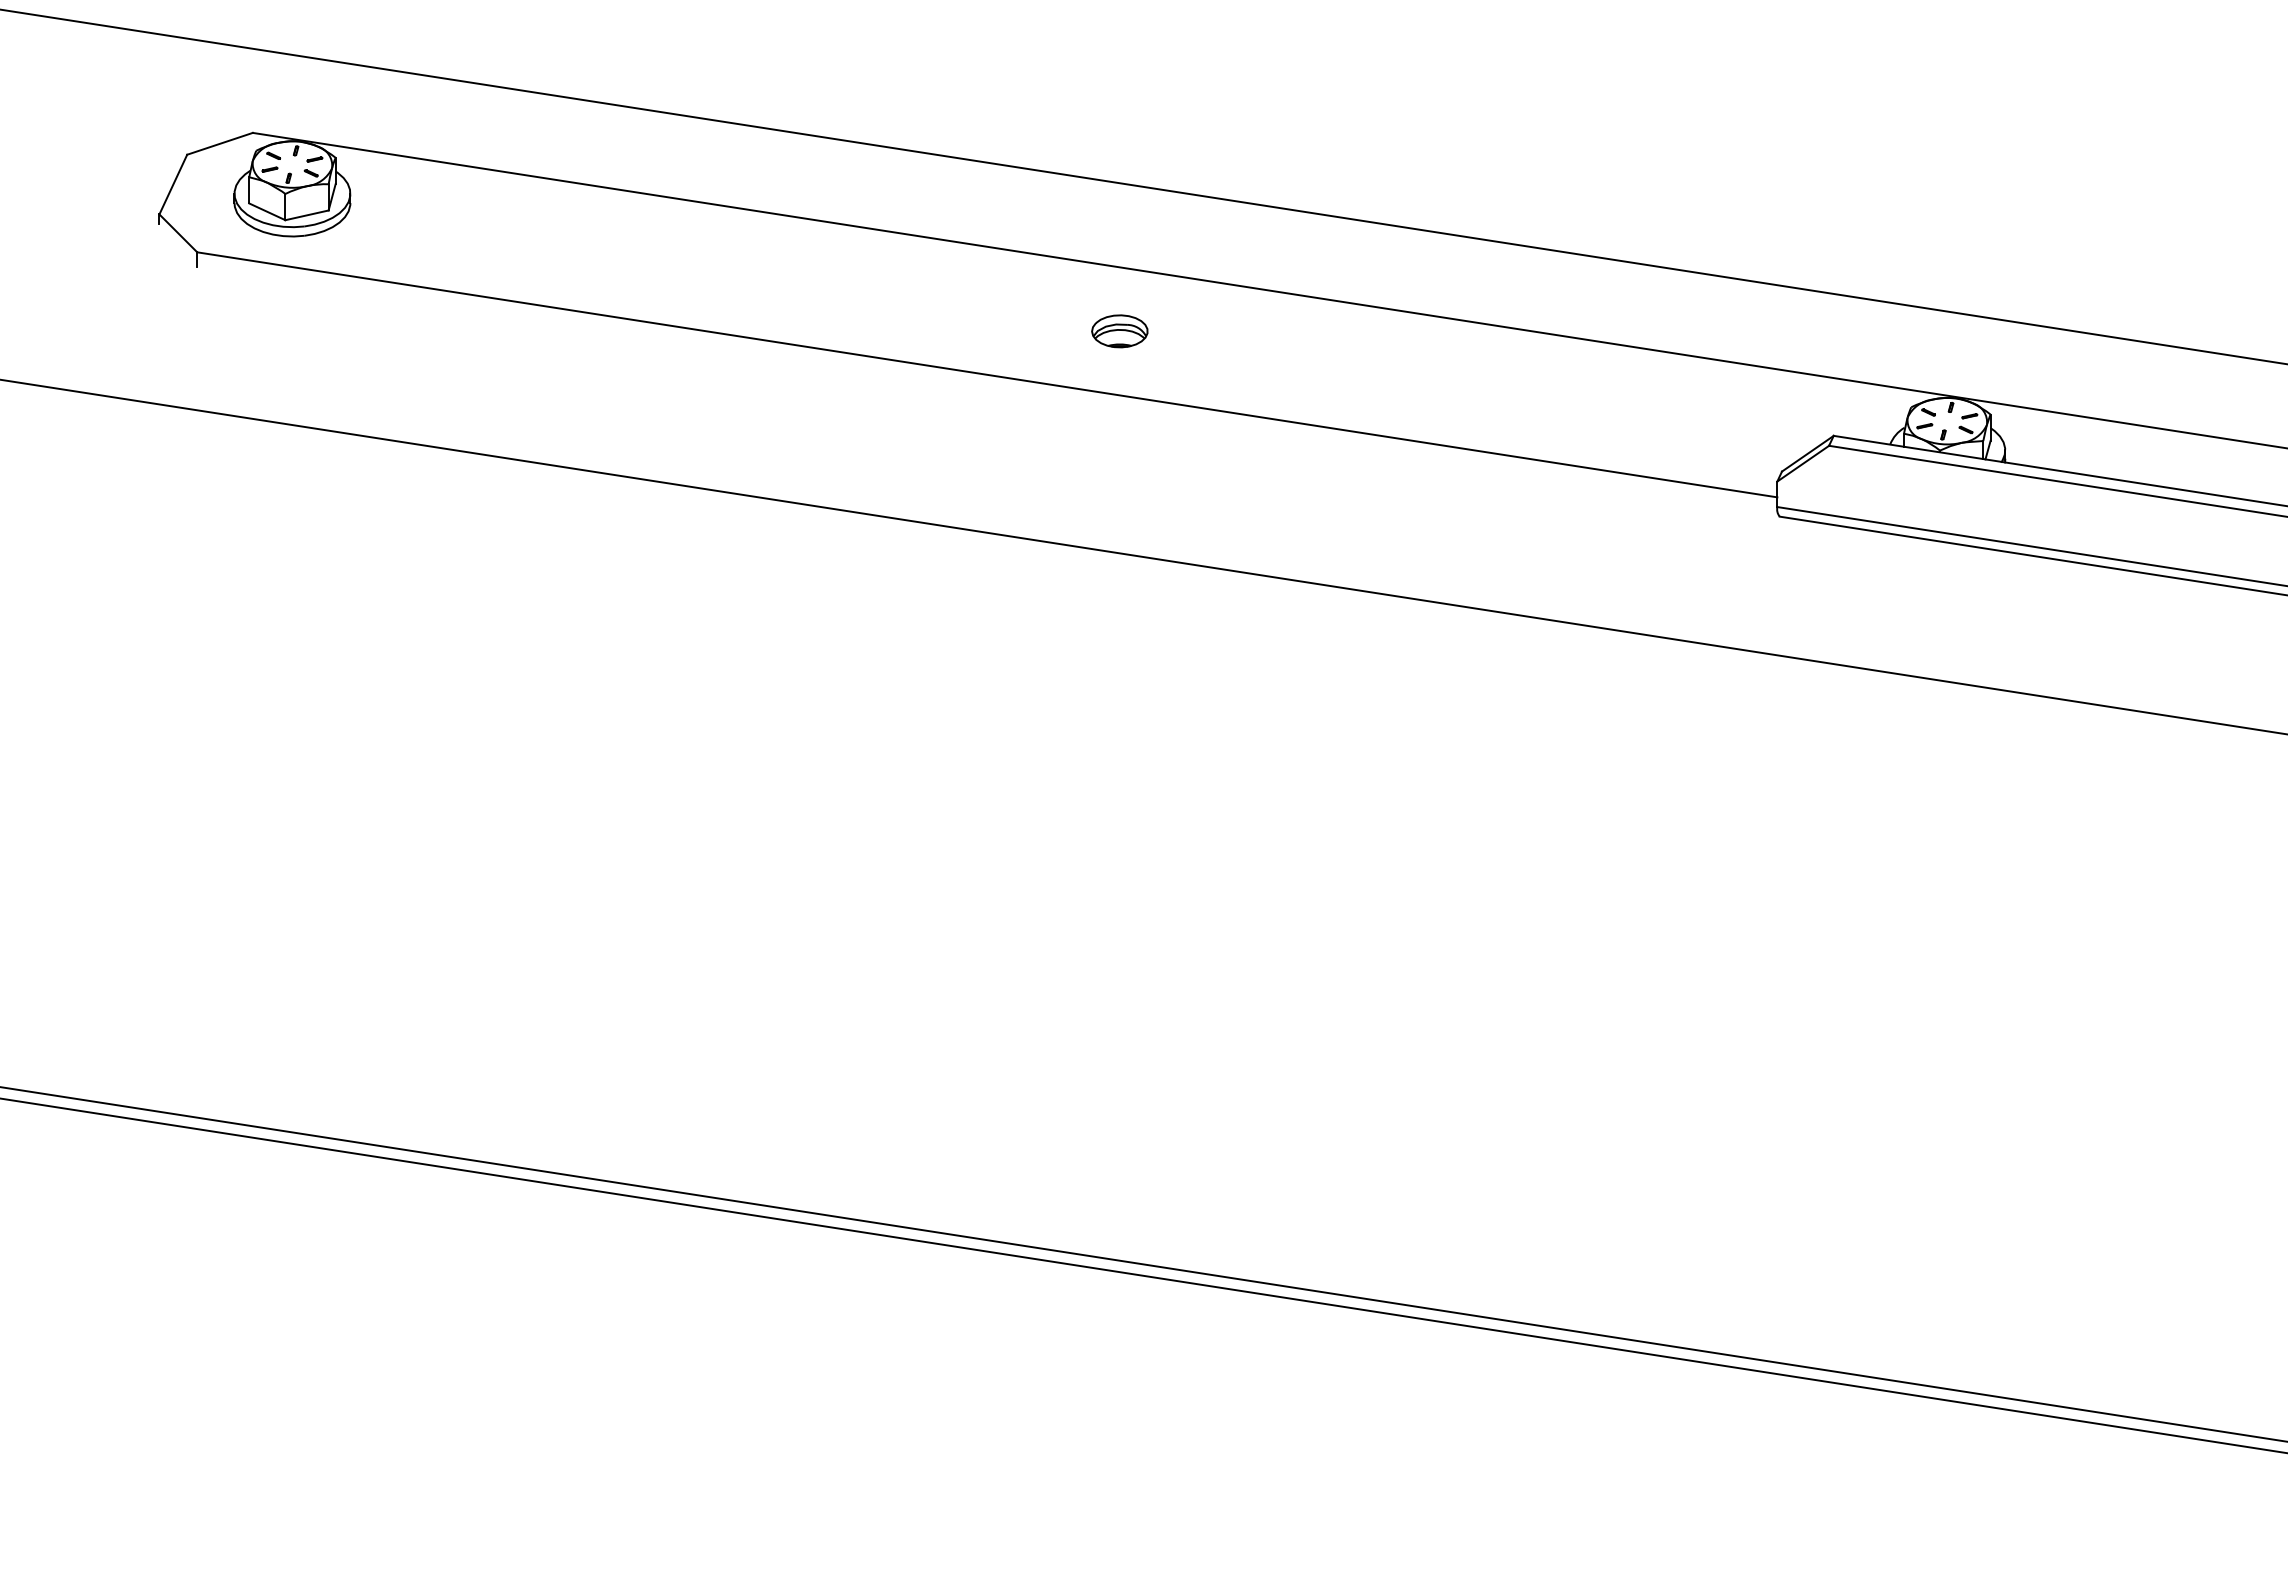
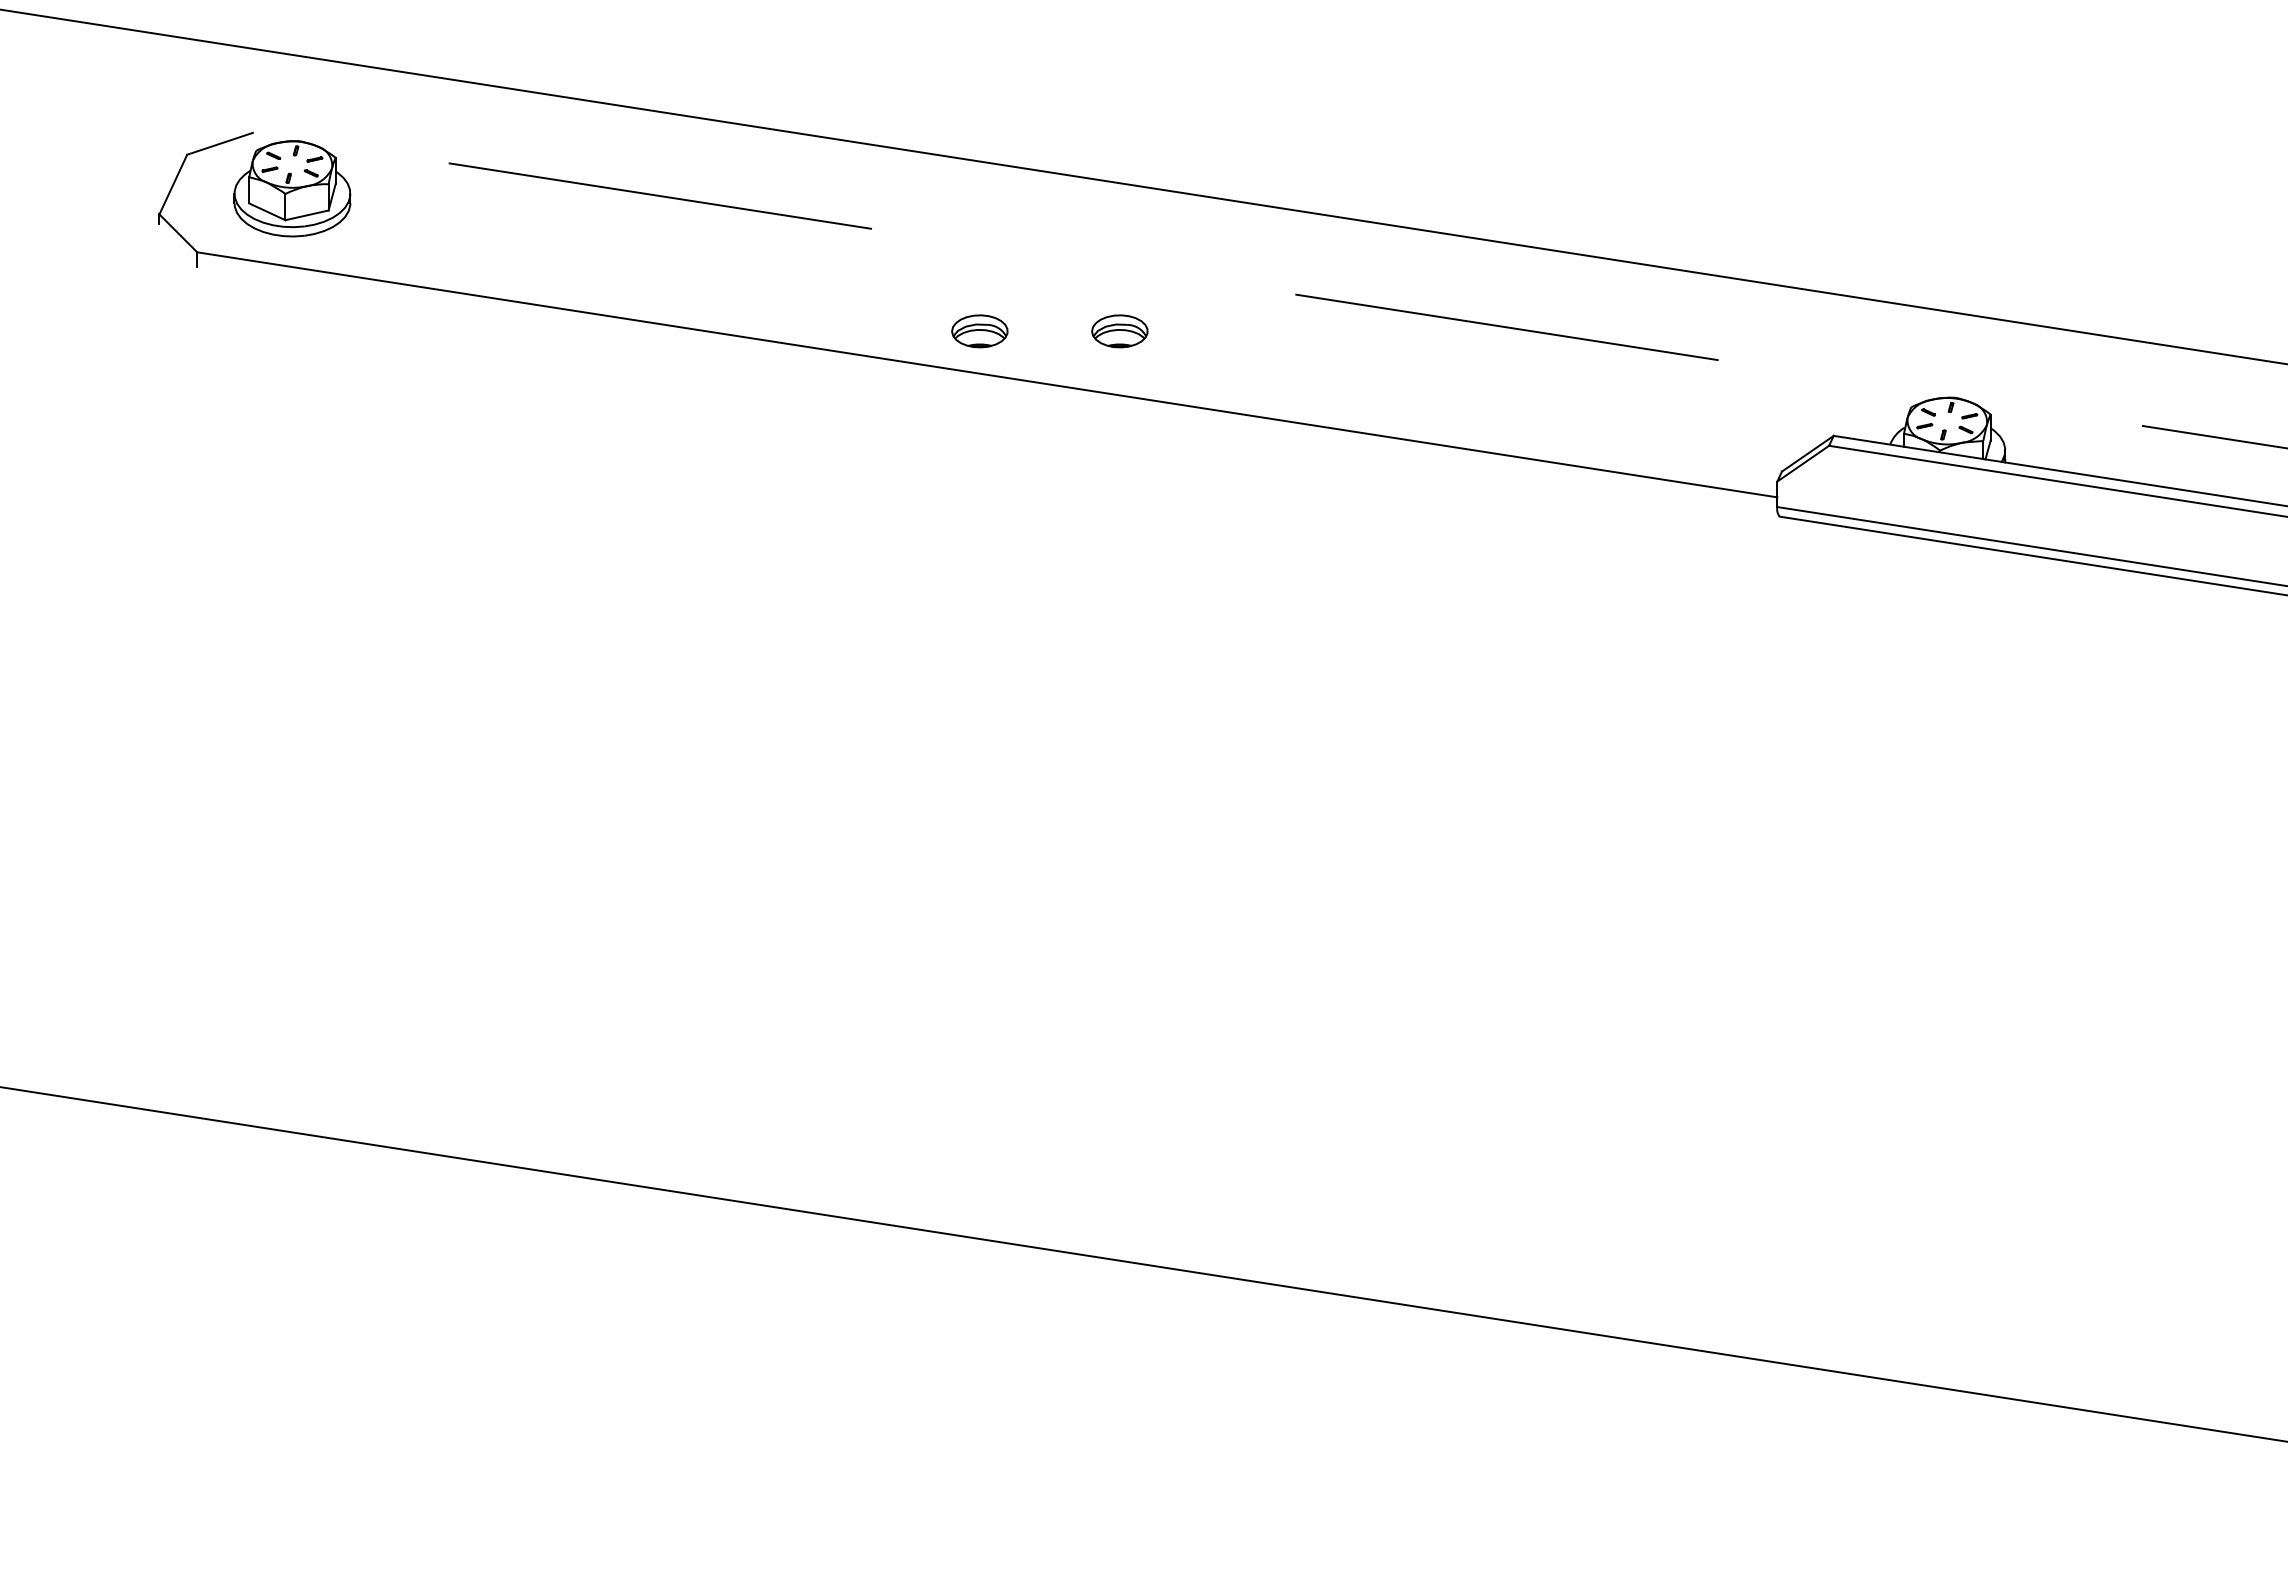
line at (1270, 290): solid -> dashed
part at (979, 331): none -> present
line at (1143, 557): present -> none
line at (1143, 1275): present -> none
